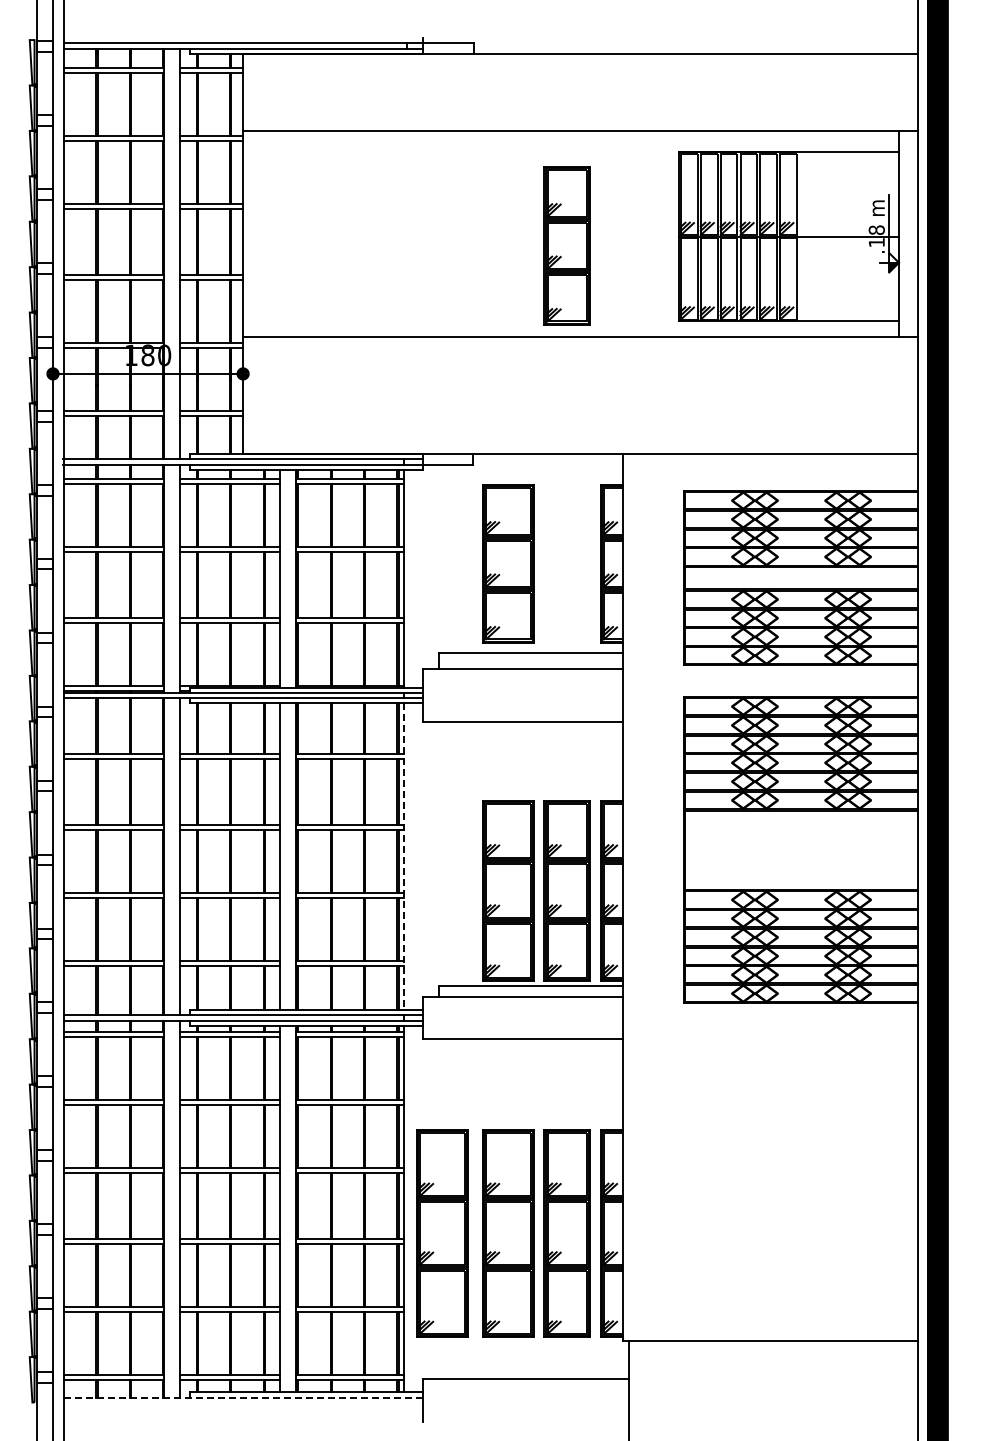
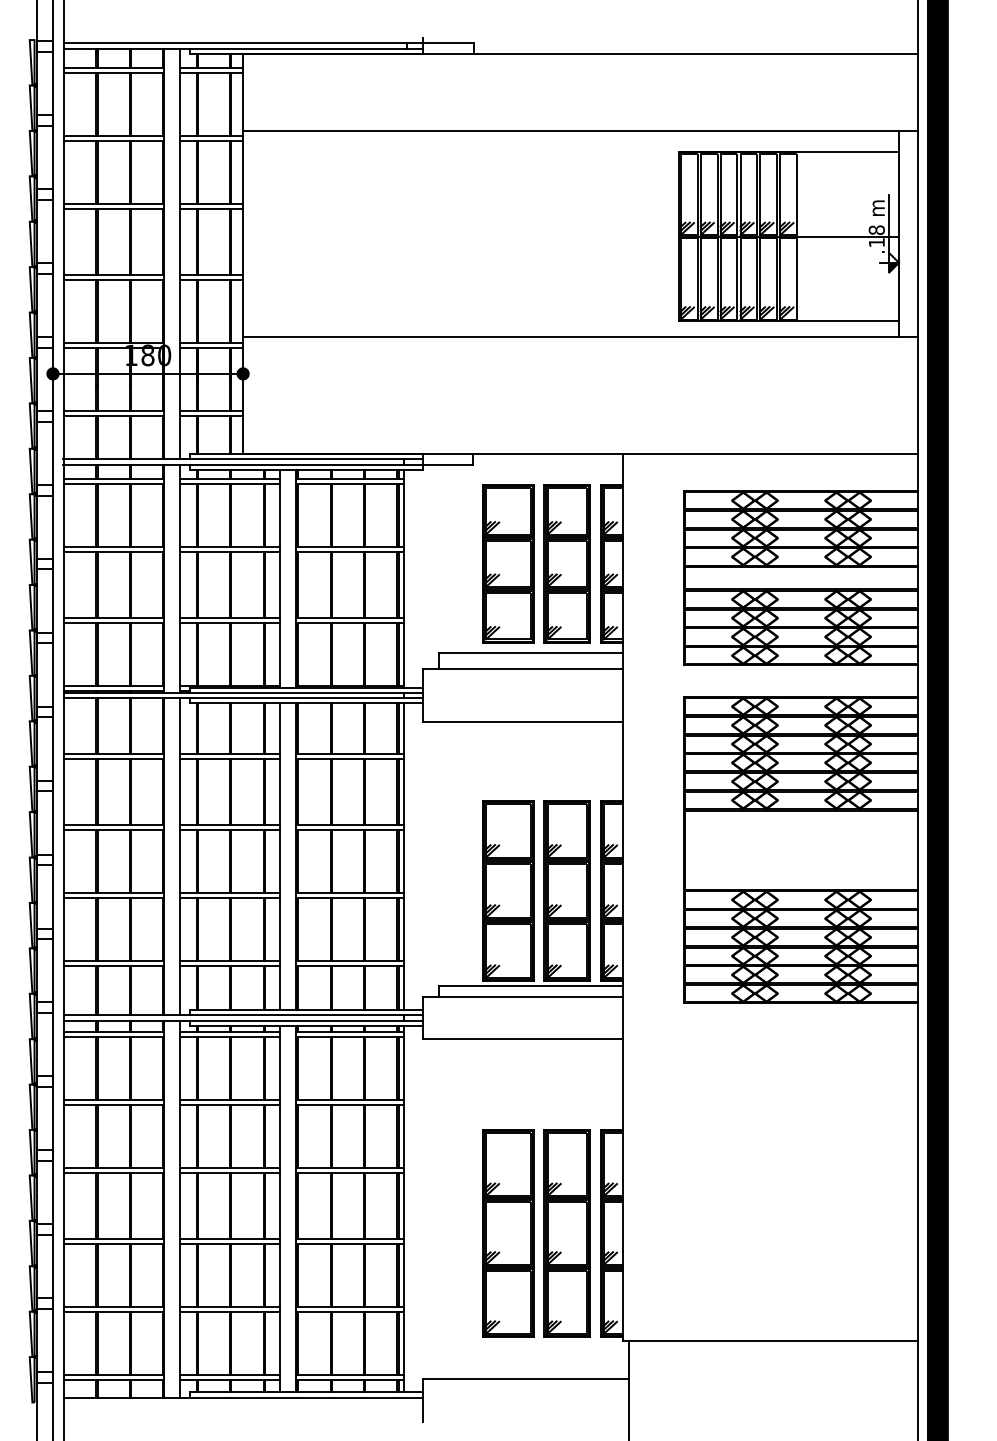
part at (566, 245) position: (566, 245) -> (566, 563)
line at (404, 857): dashed -> solid
part at (442, 1233): present -> none
line at (243, 1397): dashed -> solid
